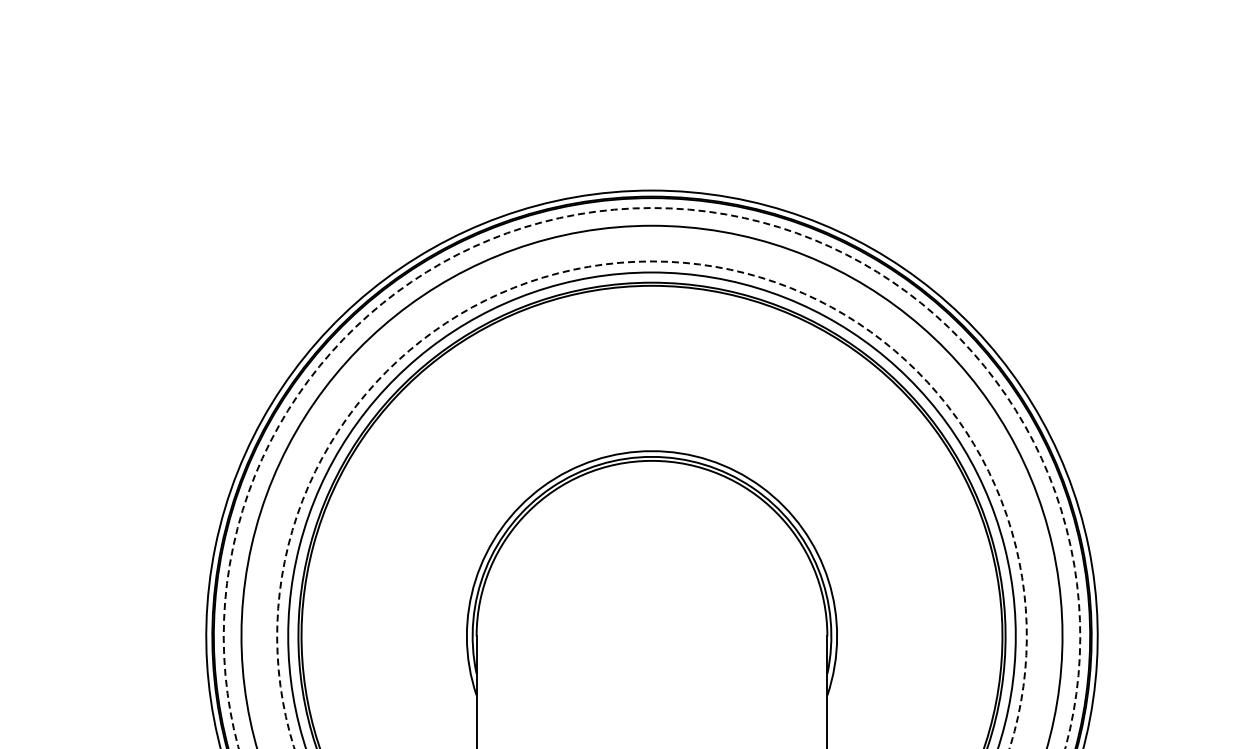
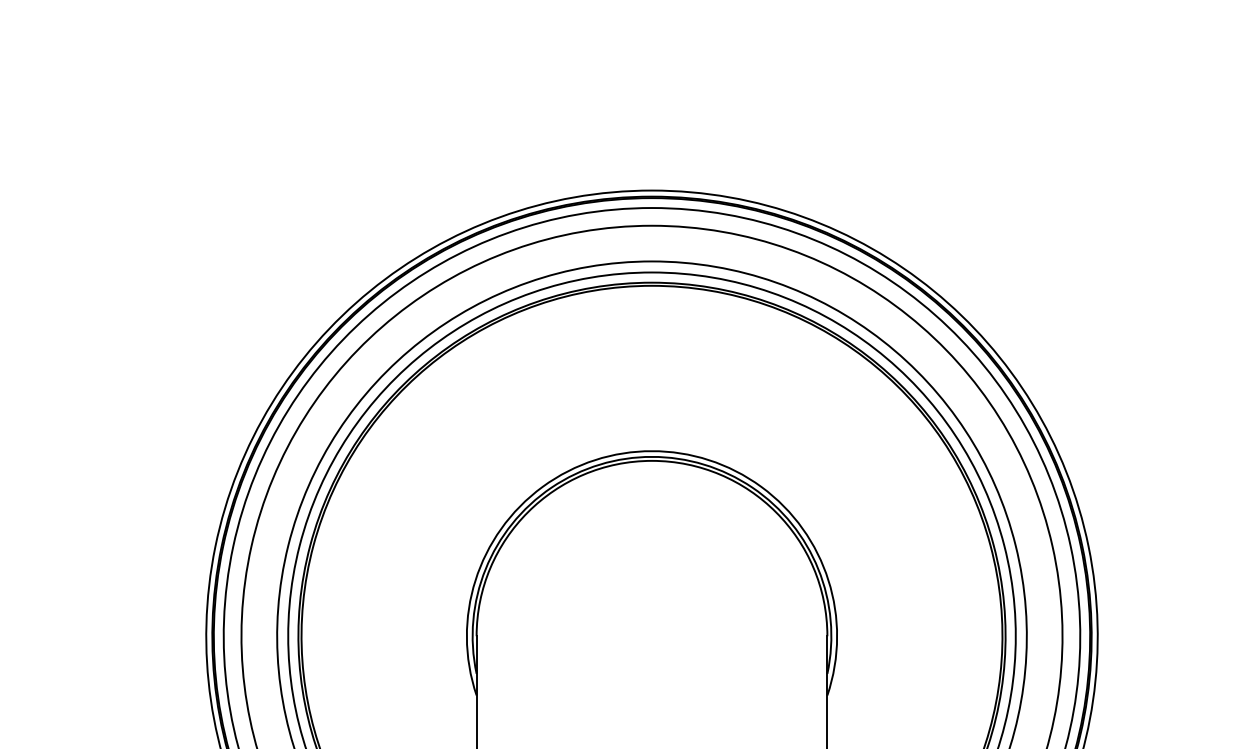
arc at (652, 208): dashed -> solid
arc at (652, 261): dashed -> solid
